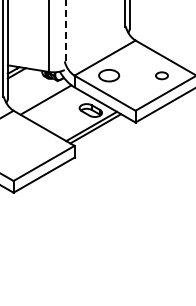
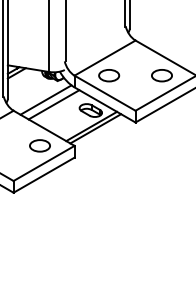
line at (65, 30): dashed -> solid
part at (161, 75) size: 14x10 px -> 22x14 px
line at (53, 104): none -> present
part at (39, 145): none -> present
